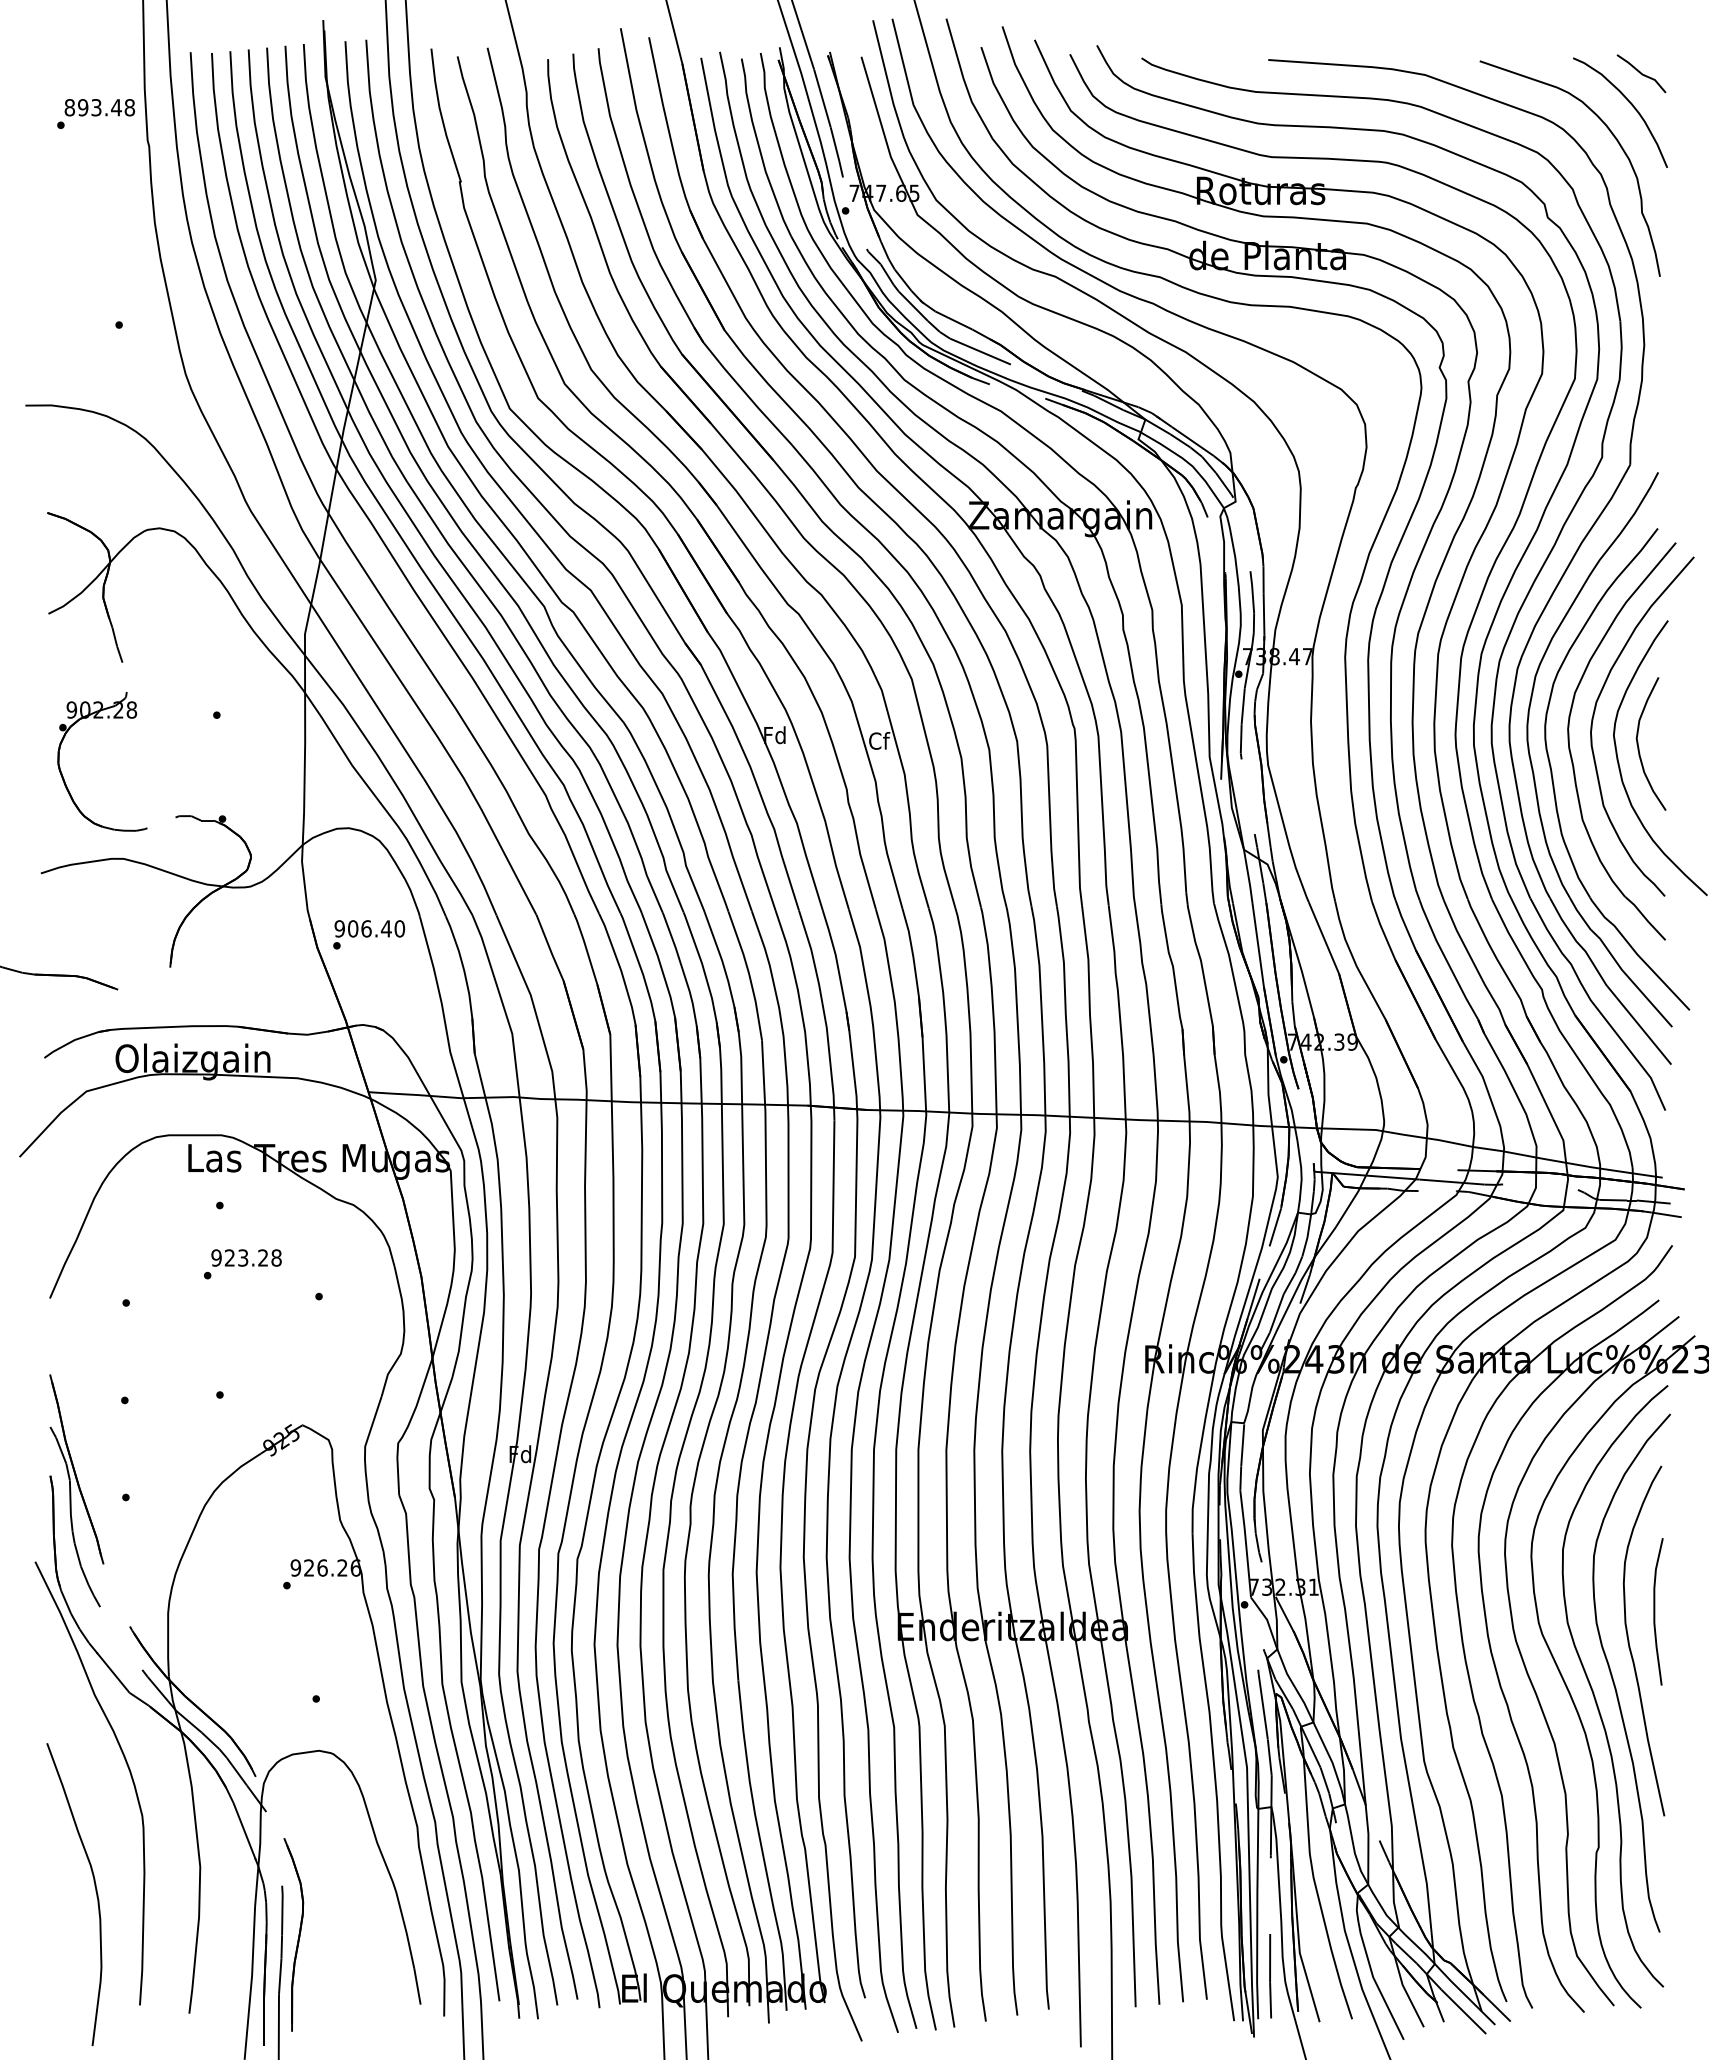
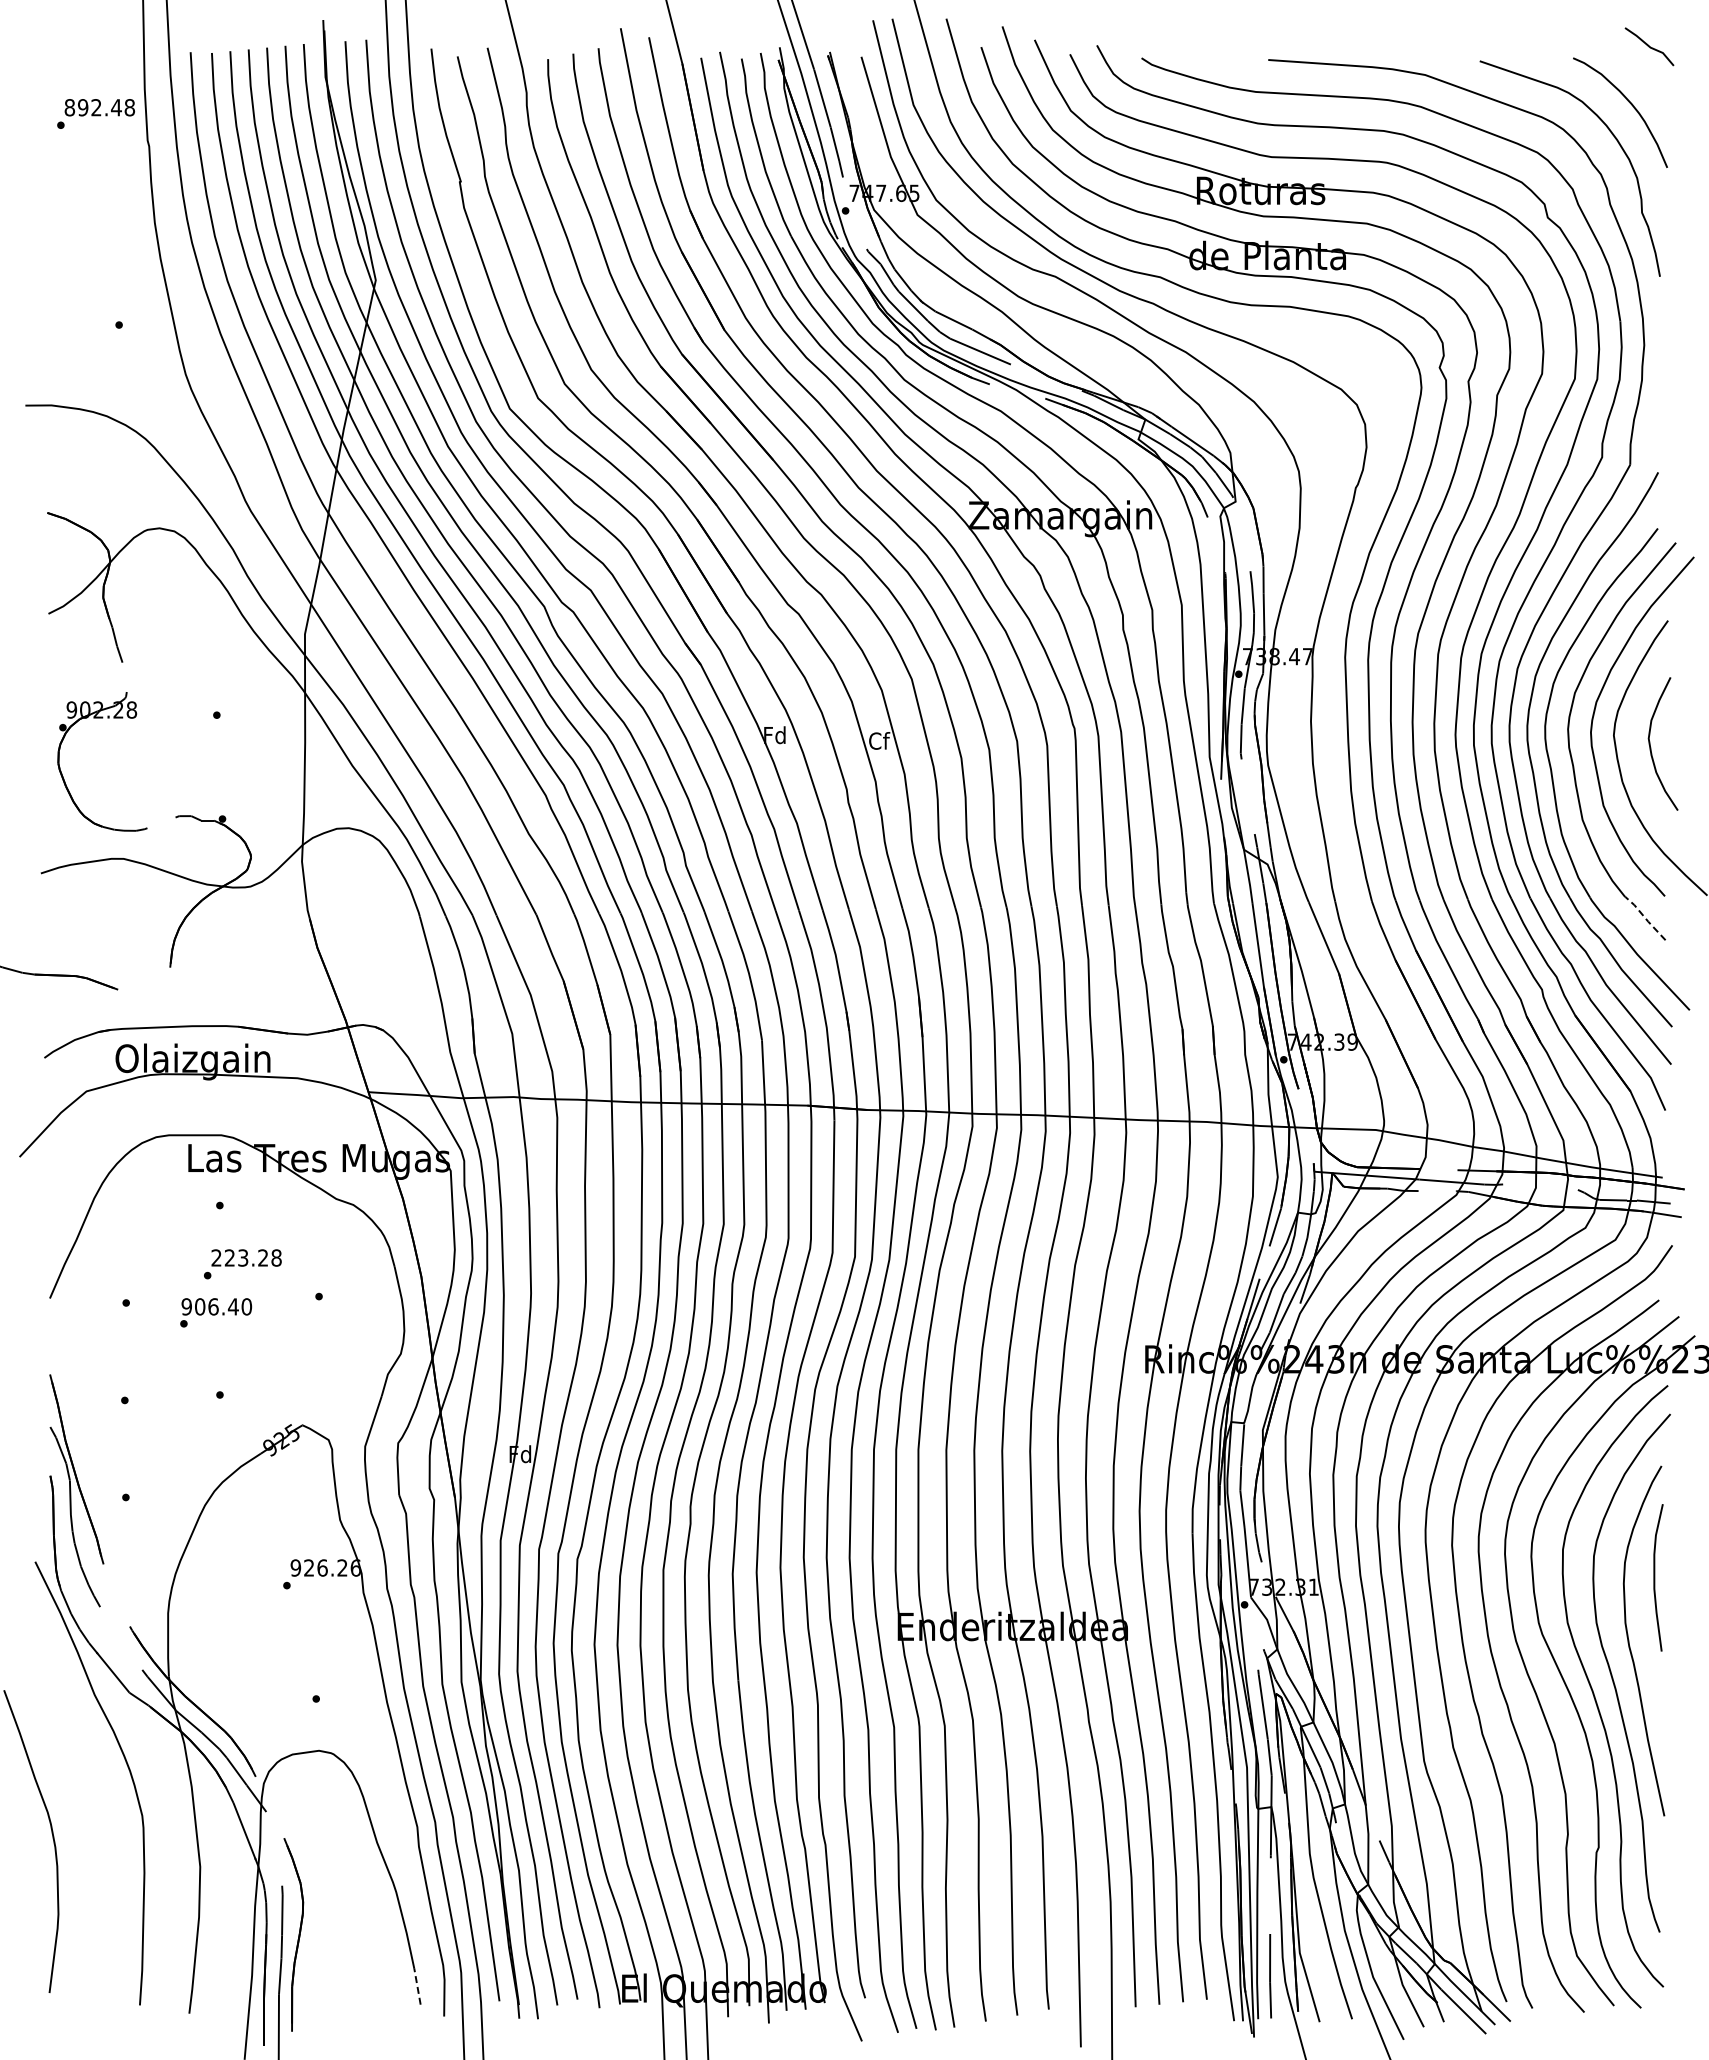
line at (1641, 73) position: (1641, 73) -> (1649, 46)
text at (96, 107): 893.48 -> 892.48
curve at (1639, 747) position: (1639, 747) -> (1651, 747)
line at (1645, 917): solid -> dashed
text at (369, 934) position: (369, 934) -> (216, 1312)
text at (216, 1257): 923.28 -> 223.28
curve at (1655, 1611) position: (1655, 1611) -> (1655, 1577)
curve at (95, 1891) position: (95, 1891) -> (52, 1838)
line at (417, 1986): solid -> dashed
